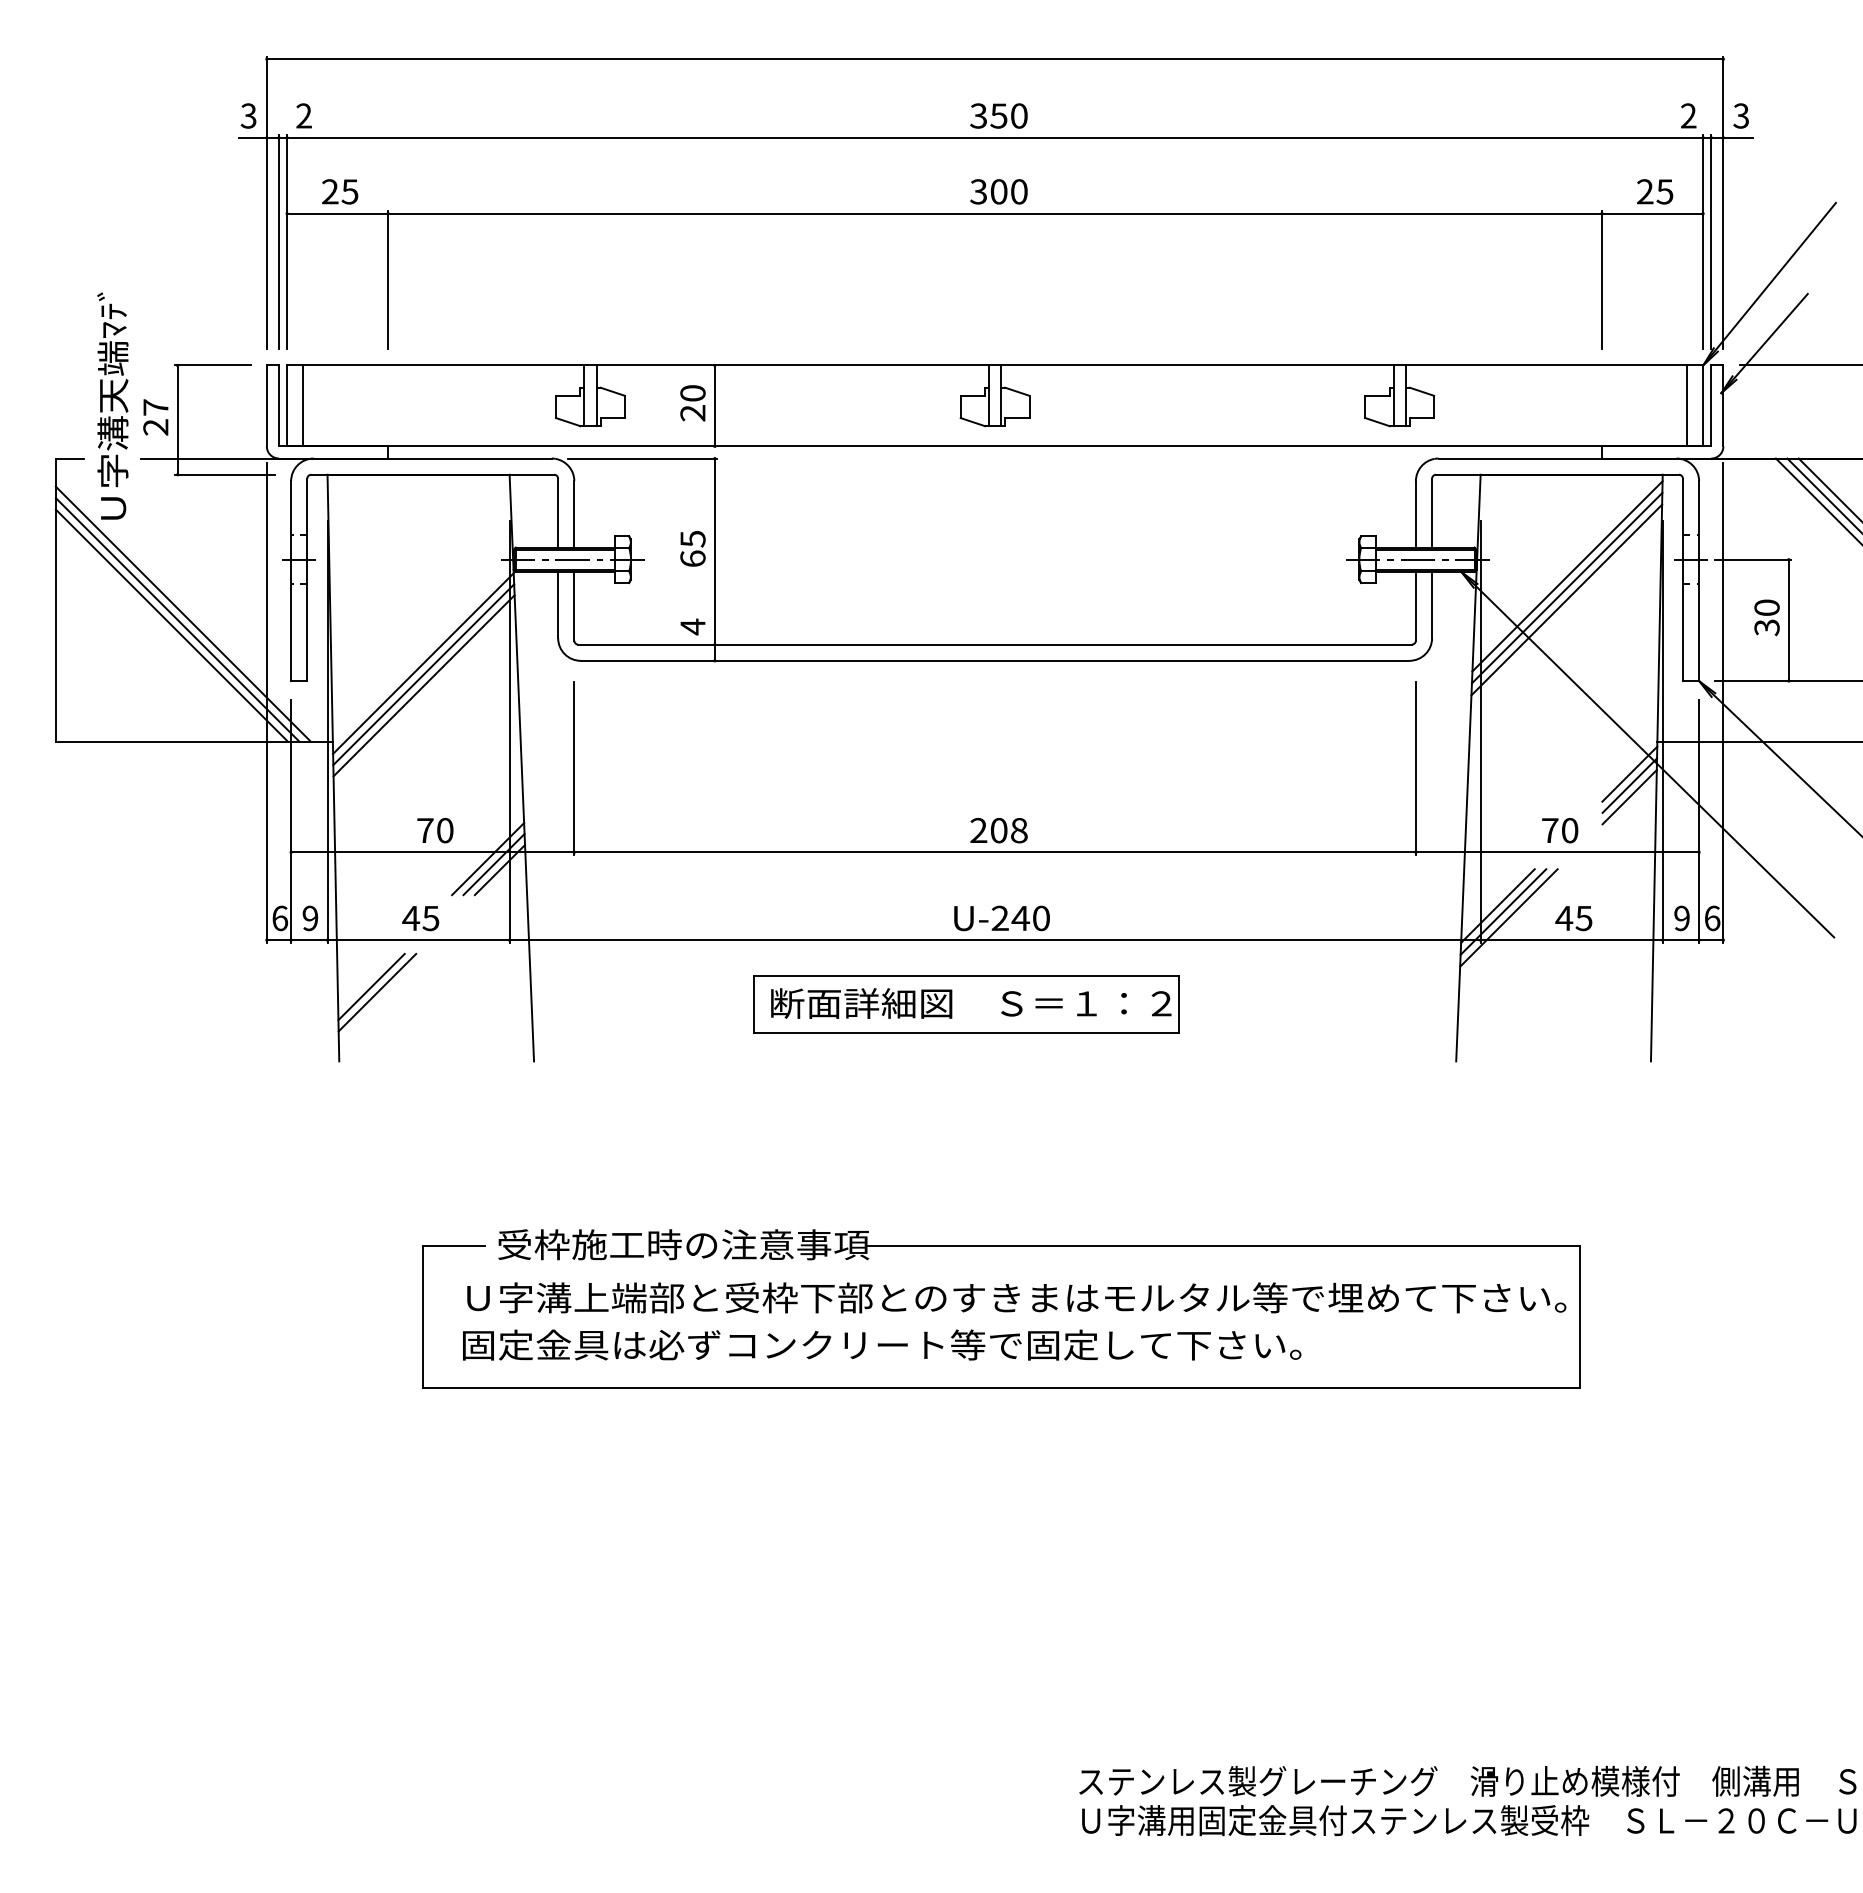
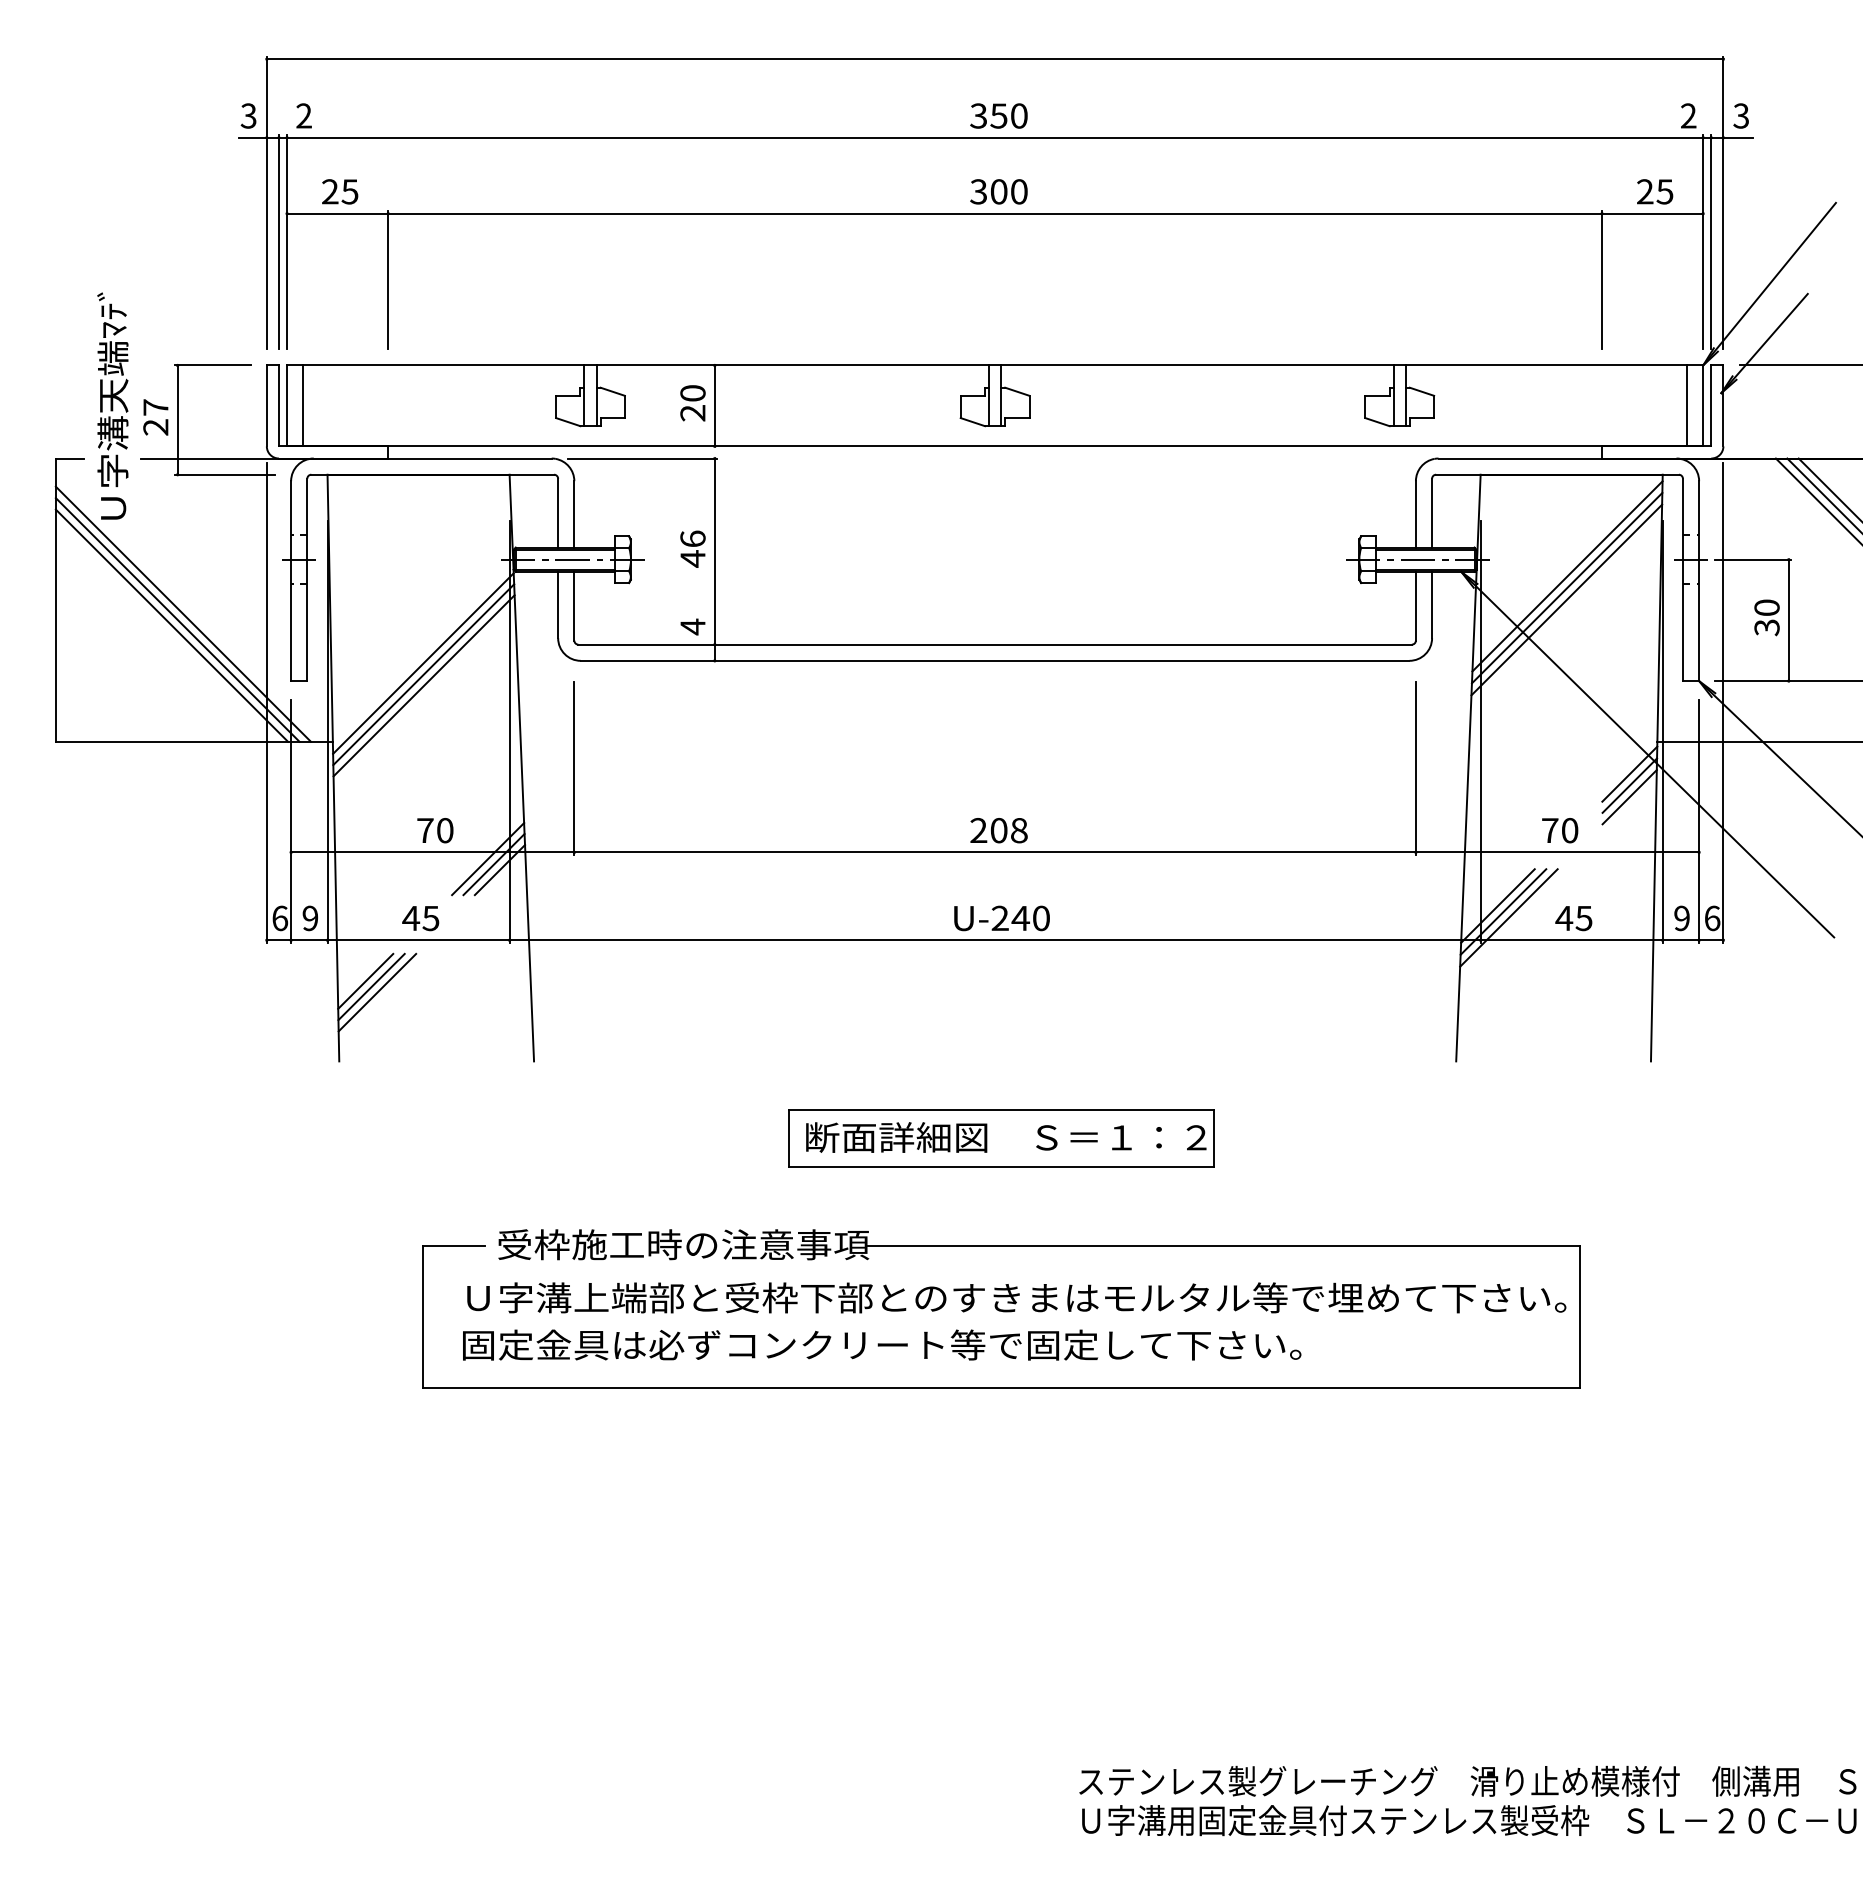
text at (692, 548): 65 -> 46
line at (365, 980): none -> present
part at (966, 1004) position: (966, 1004) -> (1001, 1138)
